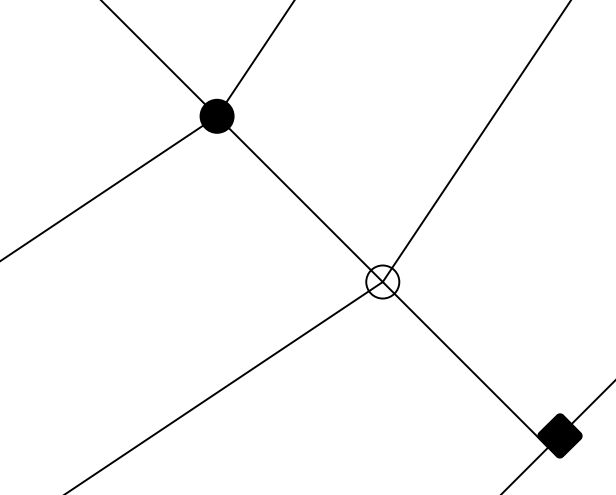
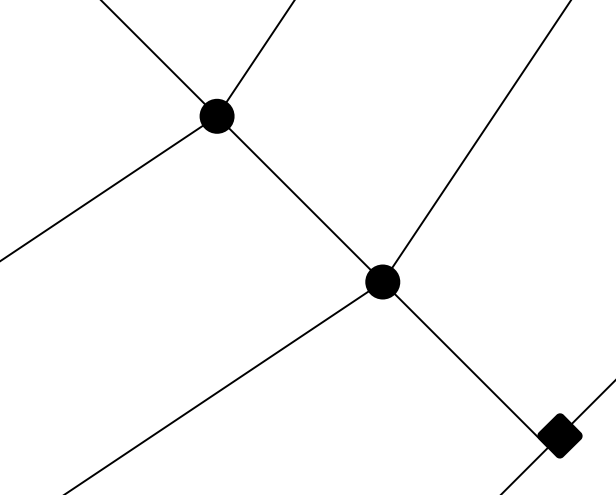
fill at (382, 281): none -> present
